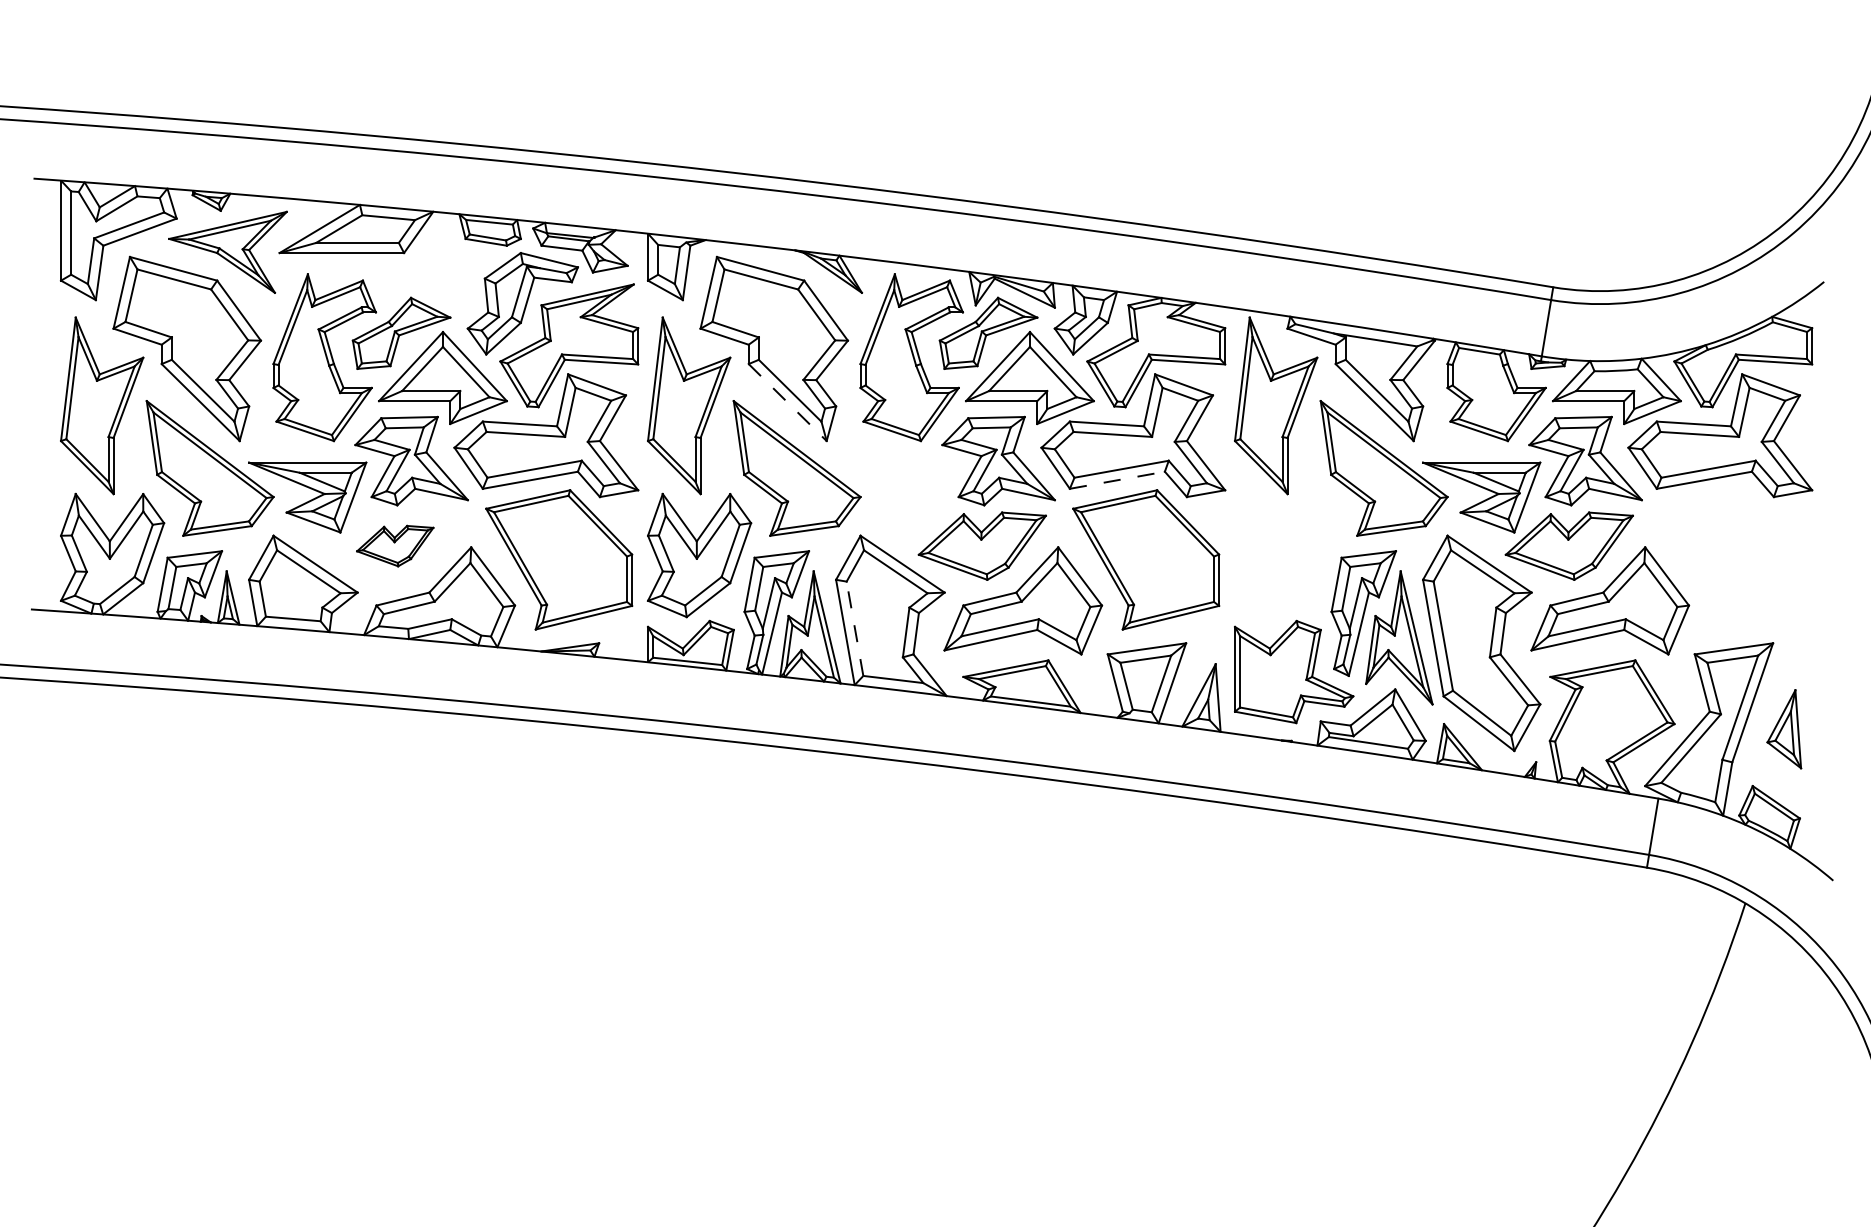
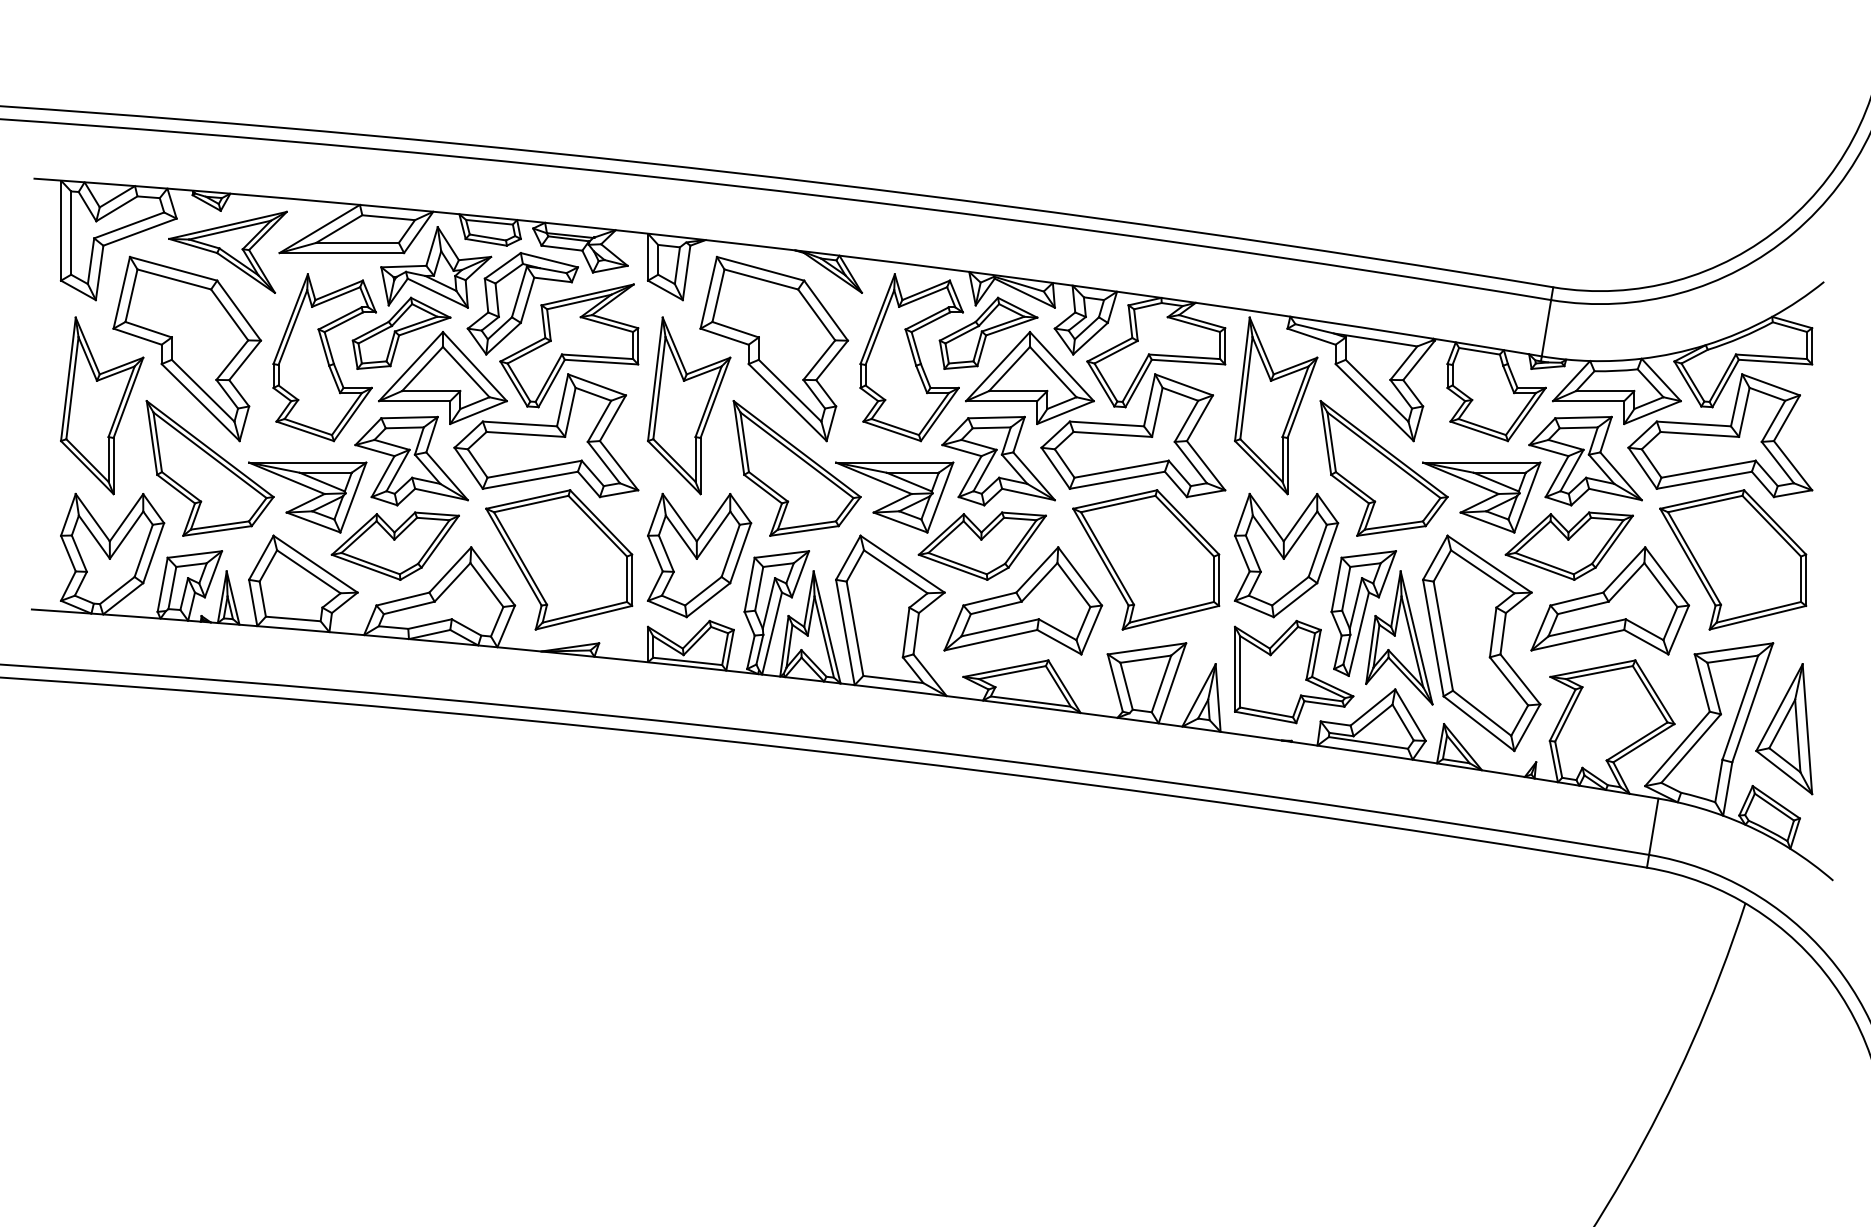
part at (436, 267): none -> present
line at (787, 402): dashed -> solid
line at (1117, 480): dashed -> solid
part at (894, 497): none -> present
part at (395, 545) size: 79x44 px -> 130x70 px
part at (1286, 555): none -> present
part at (1733, 559): none -> present
line at (855, 628): dashed -> solid
part at (1784, 729) size: 37x81 px -> 59x133 px
